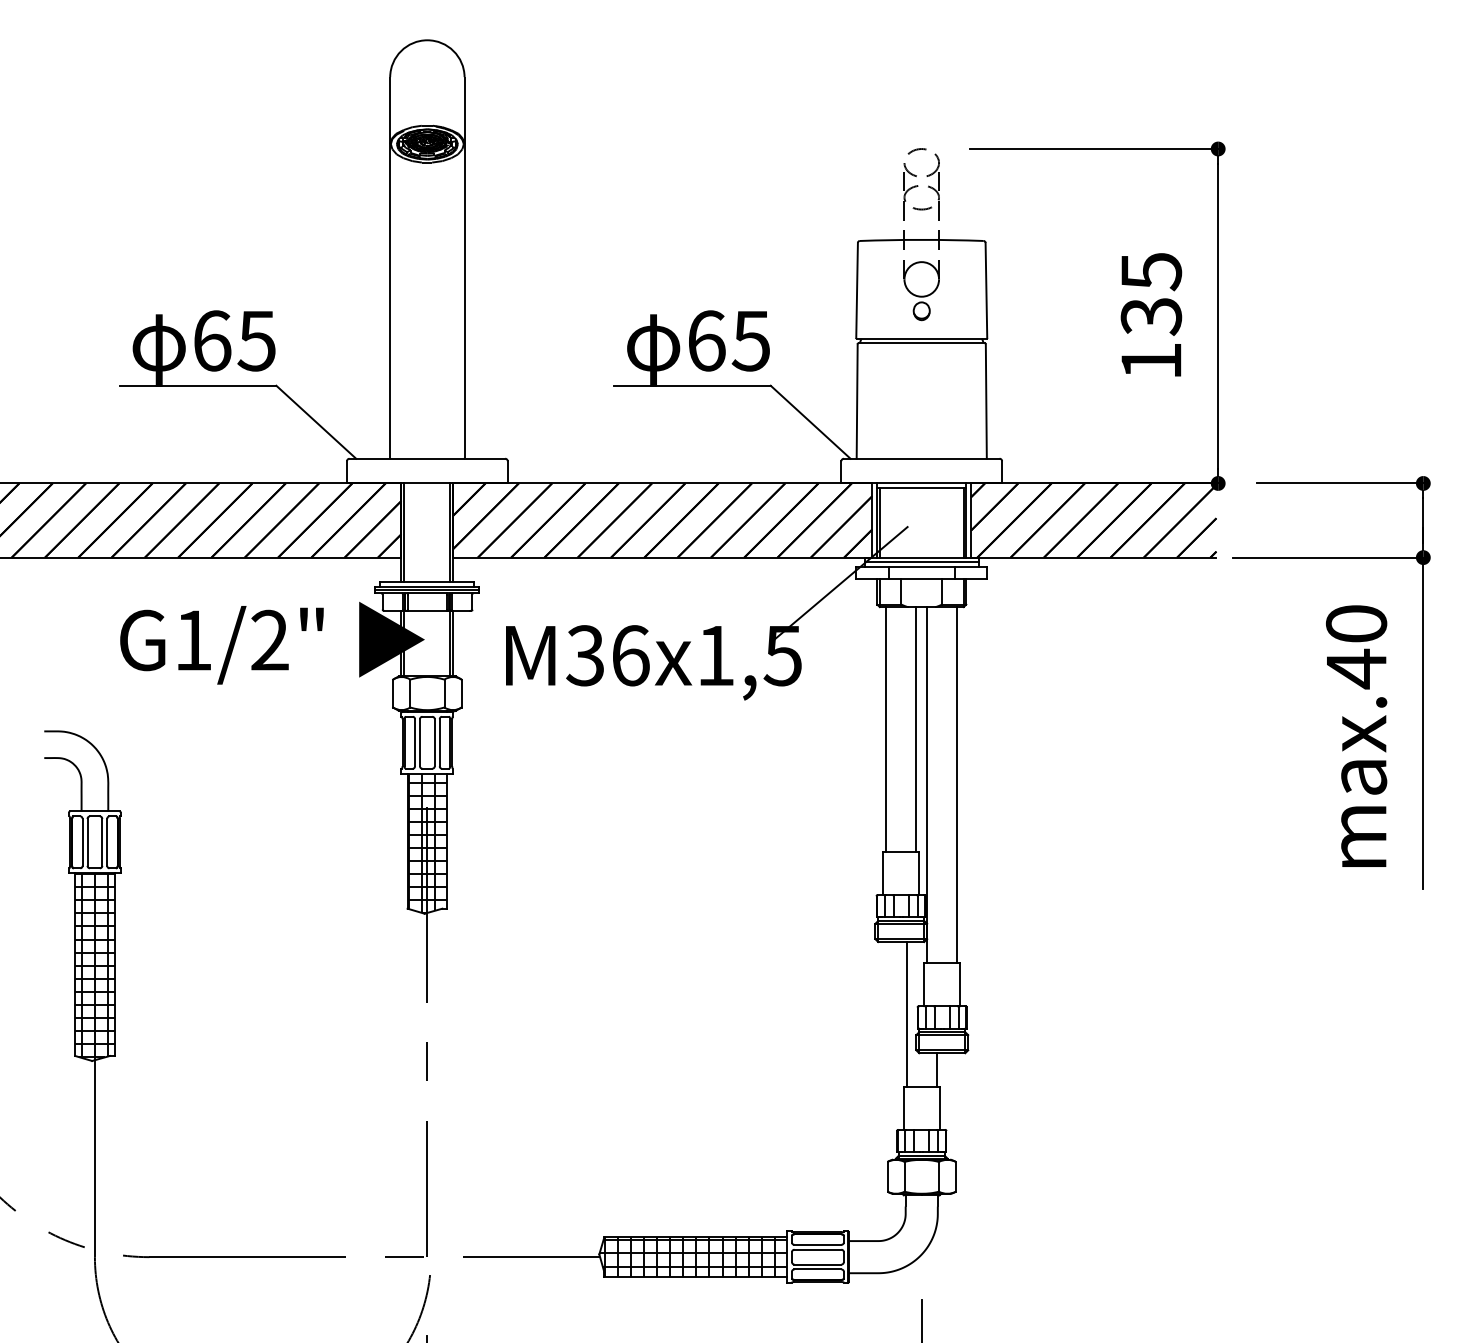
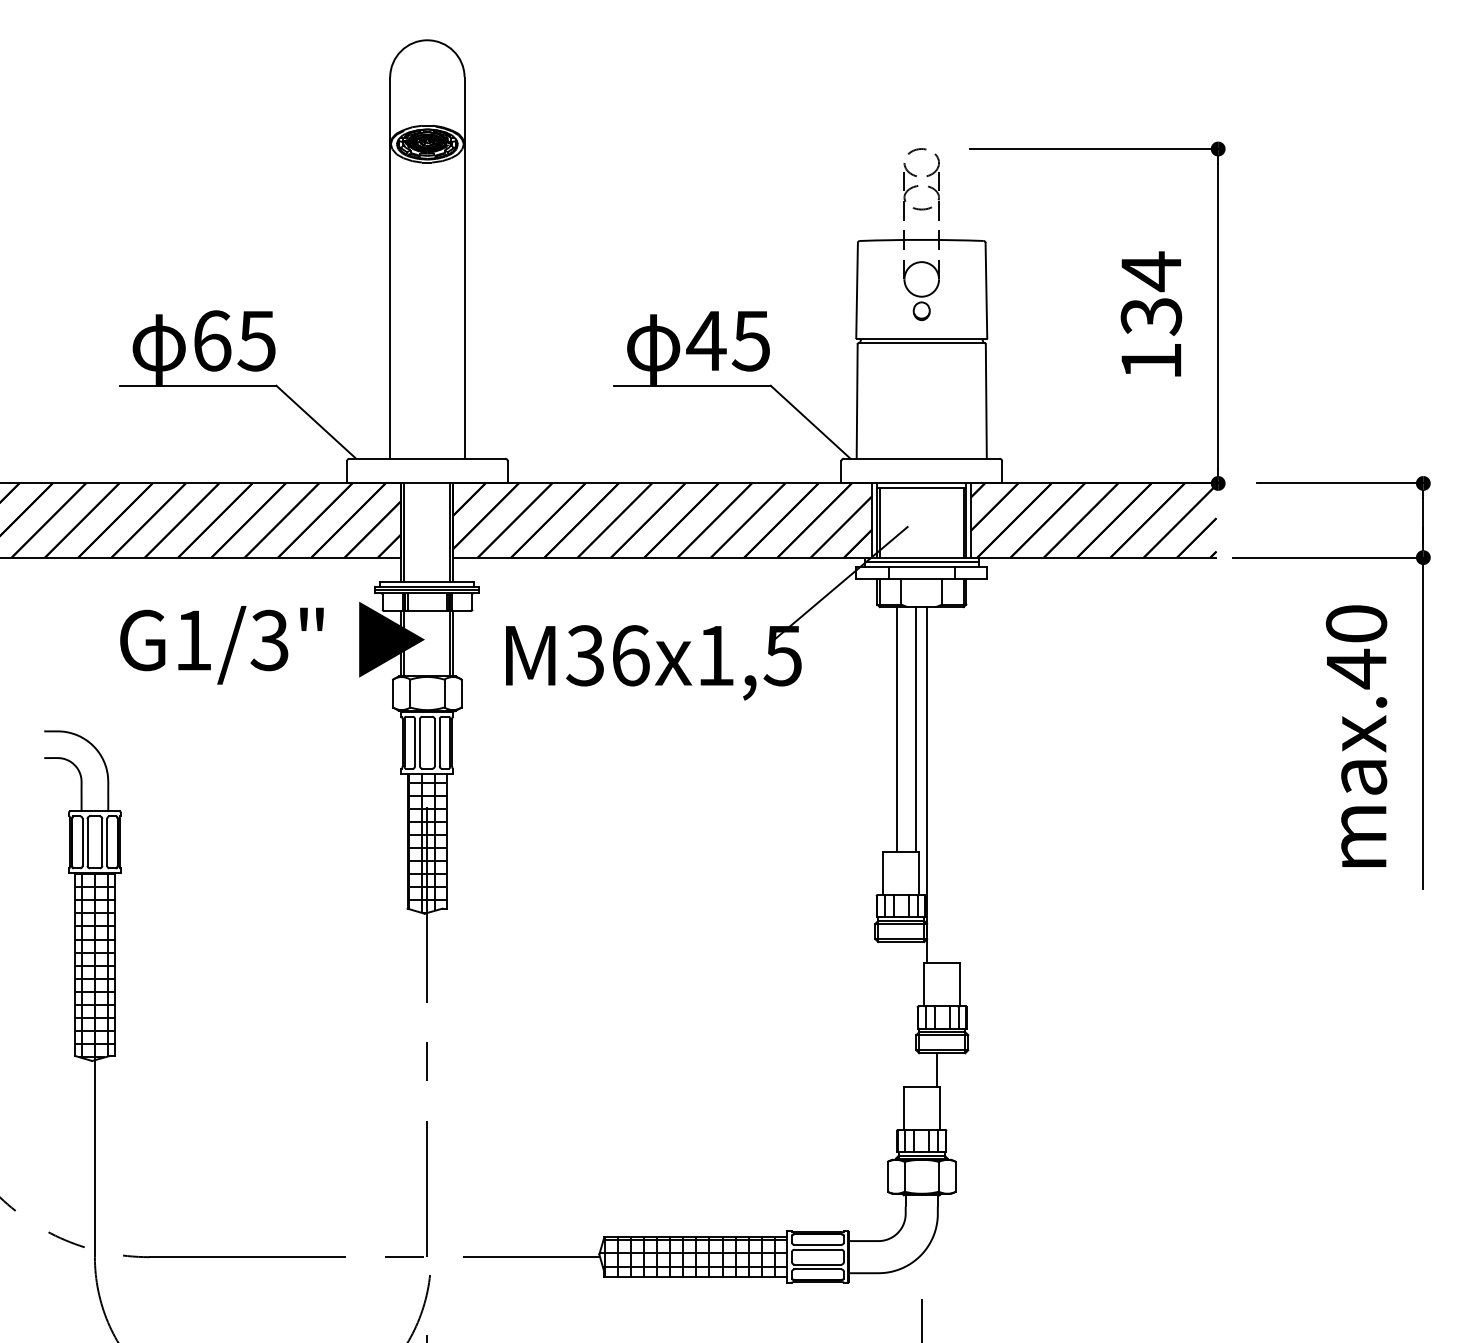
text at (1151, 271): 135 -> 134
text at (706, 340): 65 -> 45
text at (269, 640): G1/2" -> G1/3"
line at (886, 729) position: (886, 729) -> (897, 729)
line at (957, 785): present -> none
line at (906, 1013): present -> none
